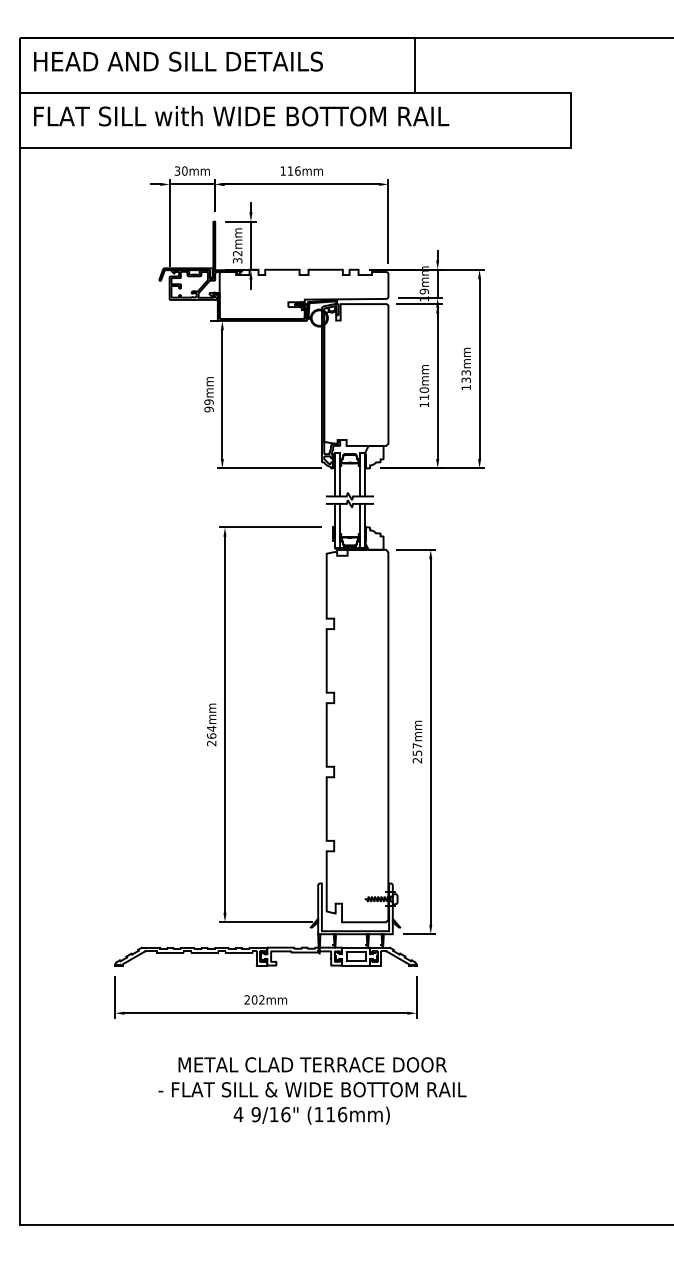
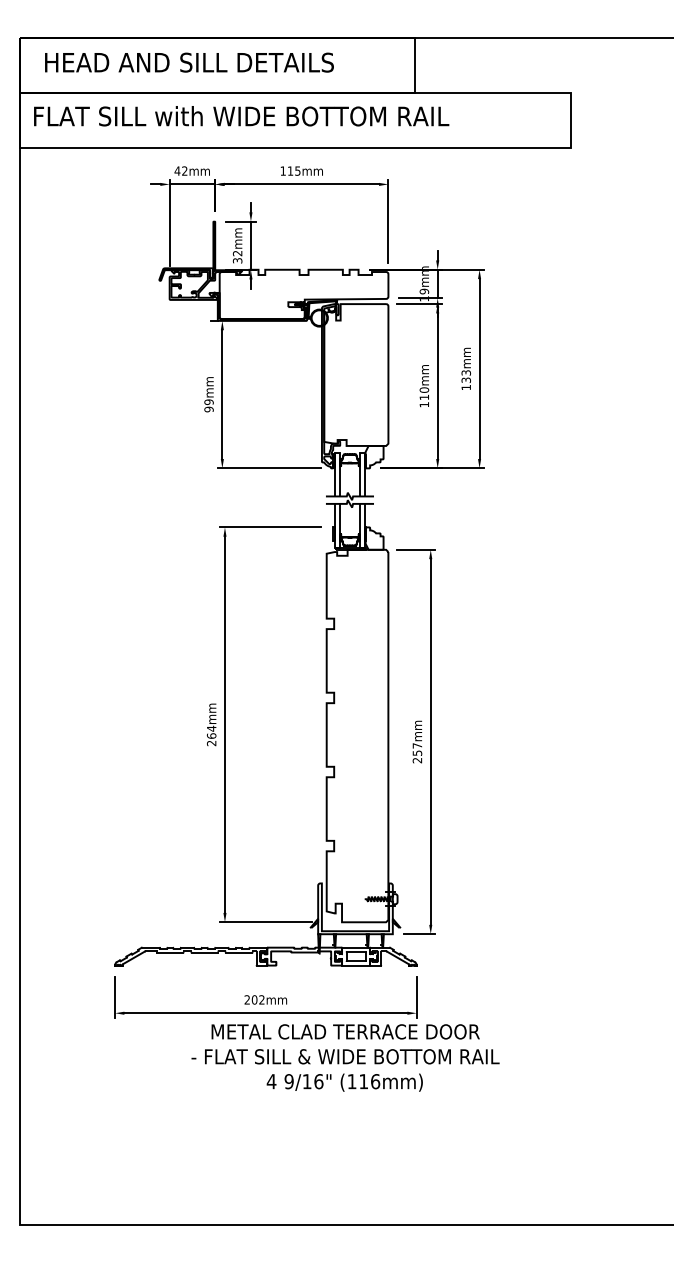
text at (178, 61) position: (178, 61) -> (189, 62)
text at (180, 170): 30mm -> 42mm
text at (297, 170): 116mm -> 115mm
text at (312, 1090) position: (312, 1090) -> (345, 1057)
